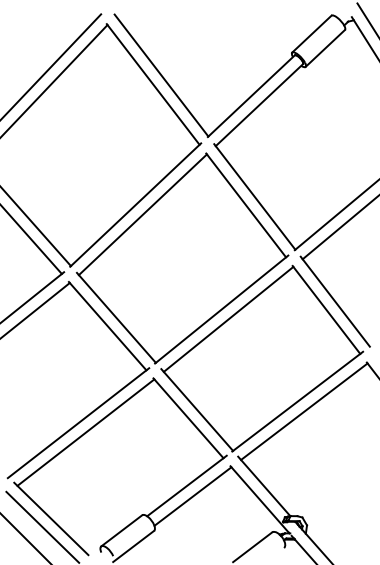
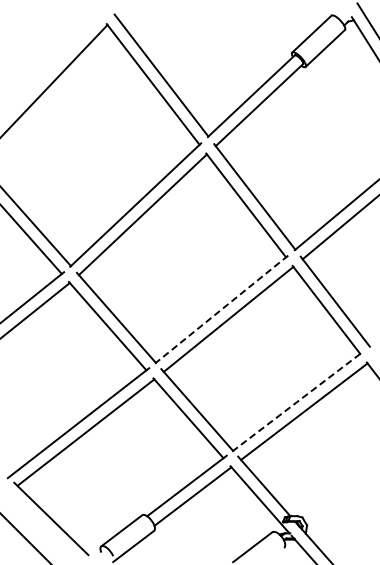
line at (51, 66): present -> none
line at (221, 309): solid -> dashed
line at (298, 401): solid -> dashed
line at (41, 526): present -> none
